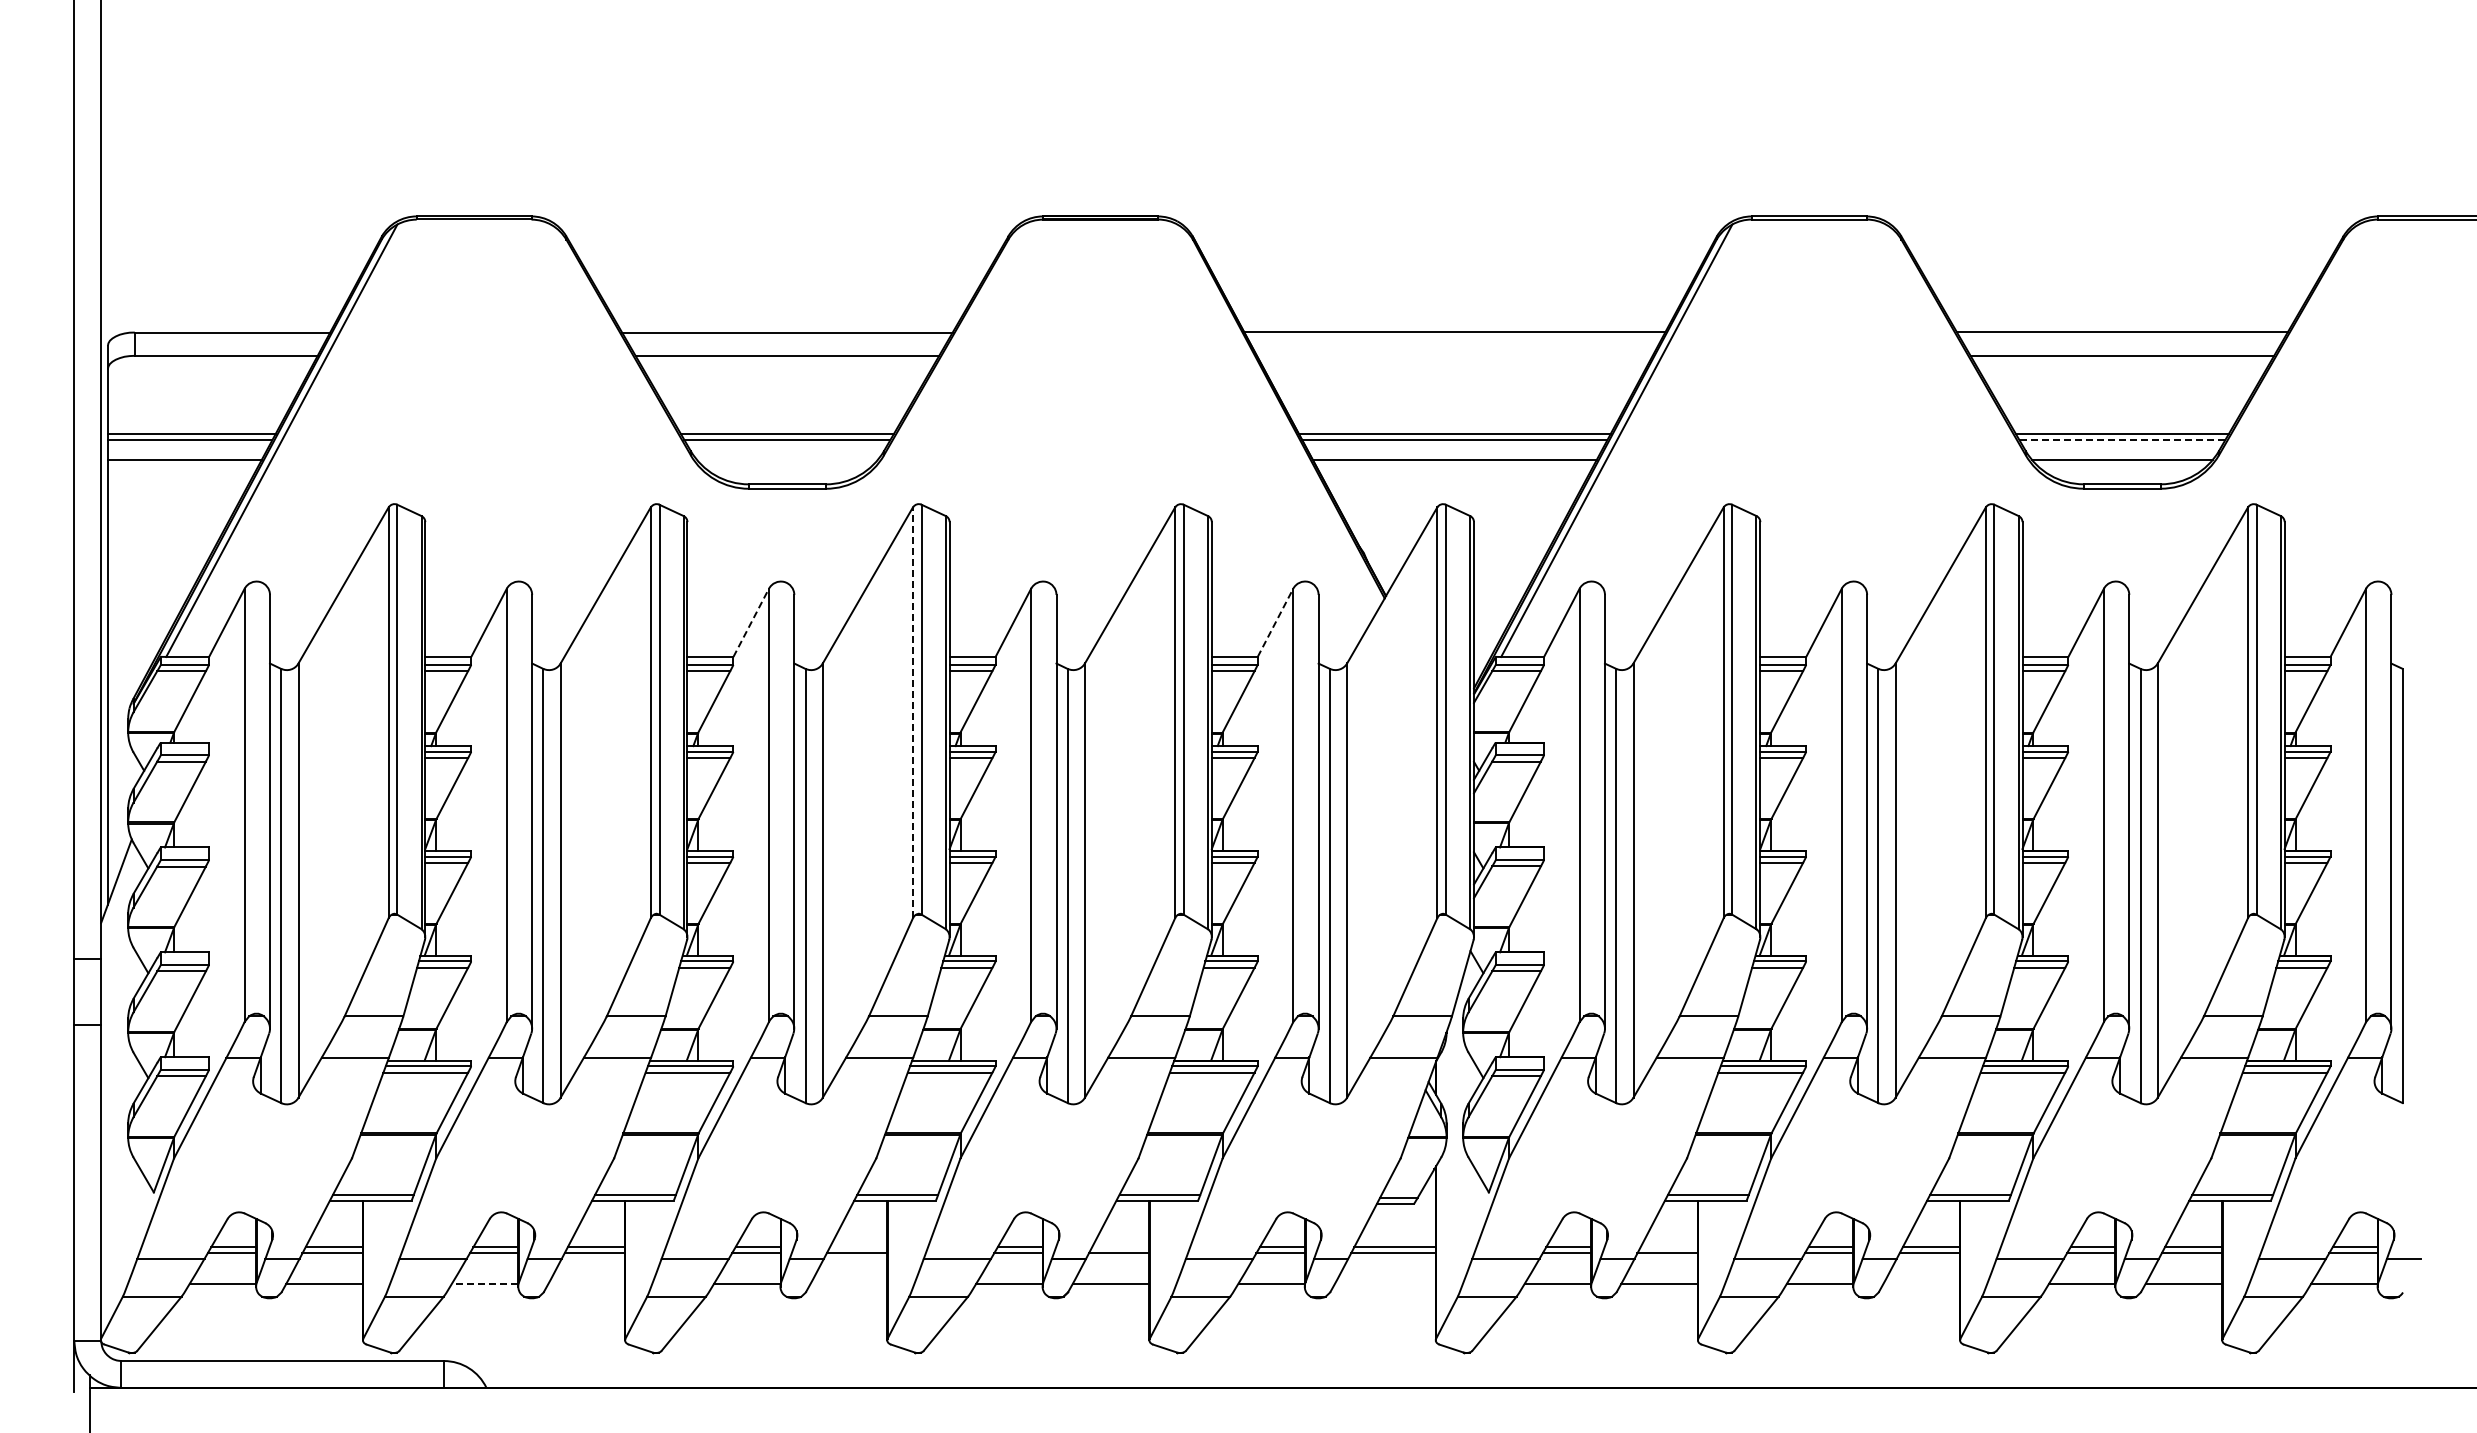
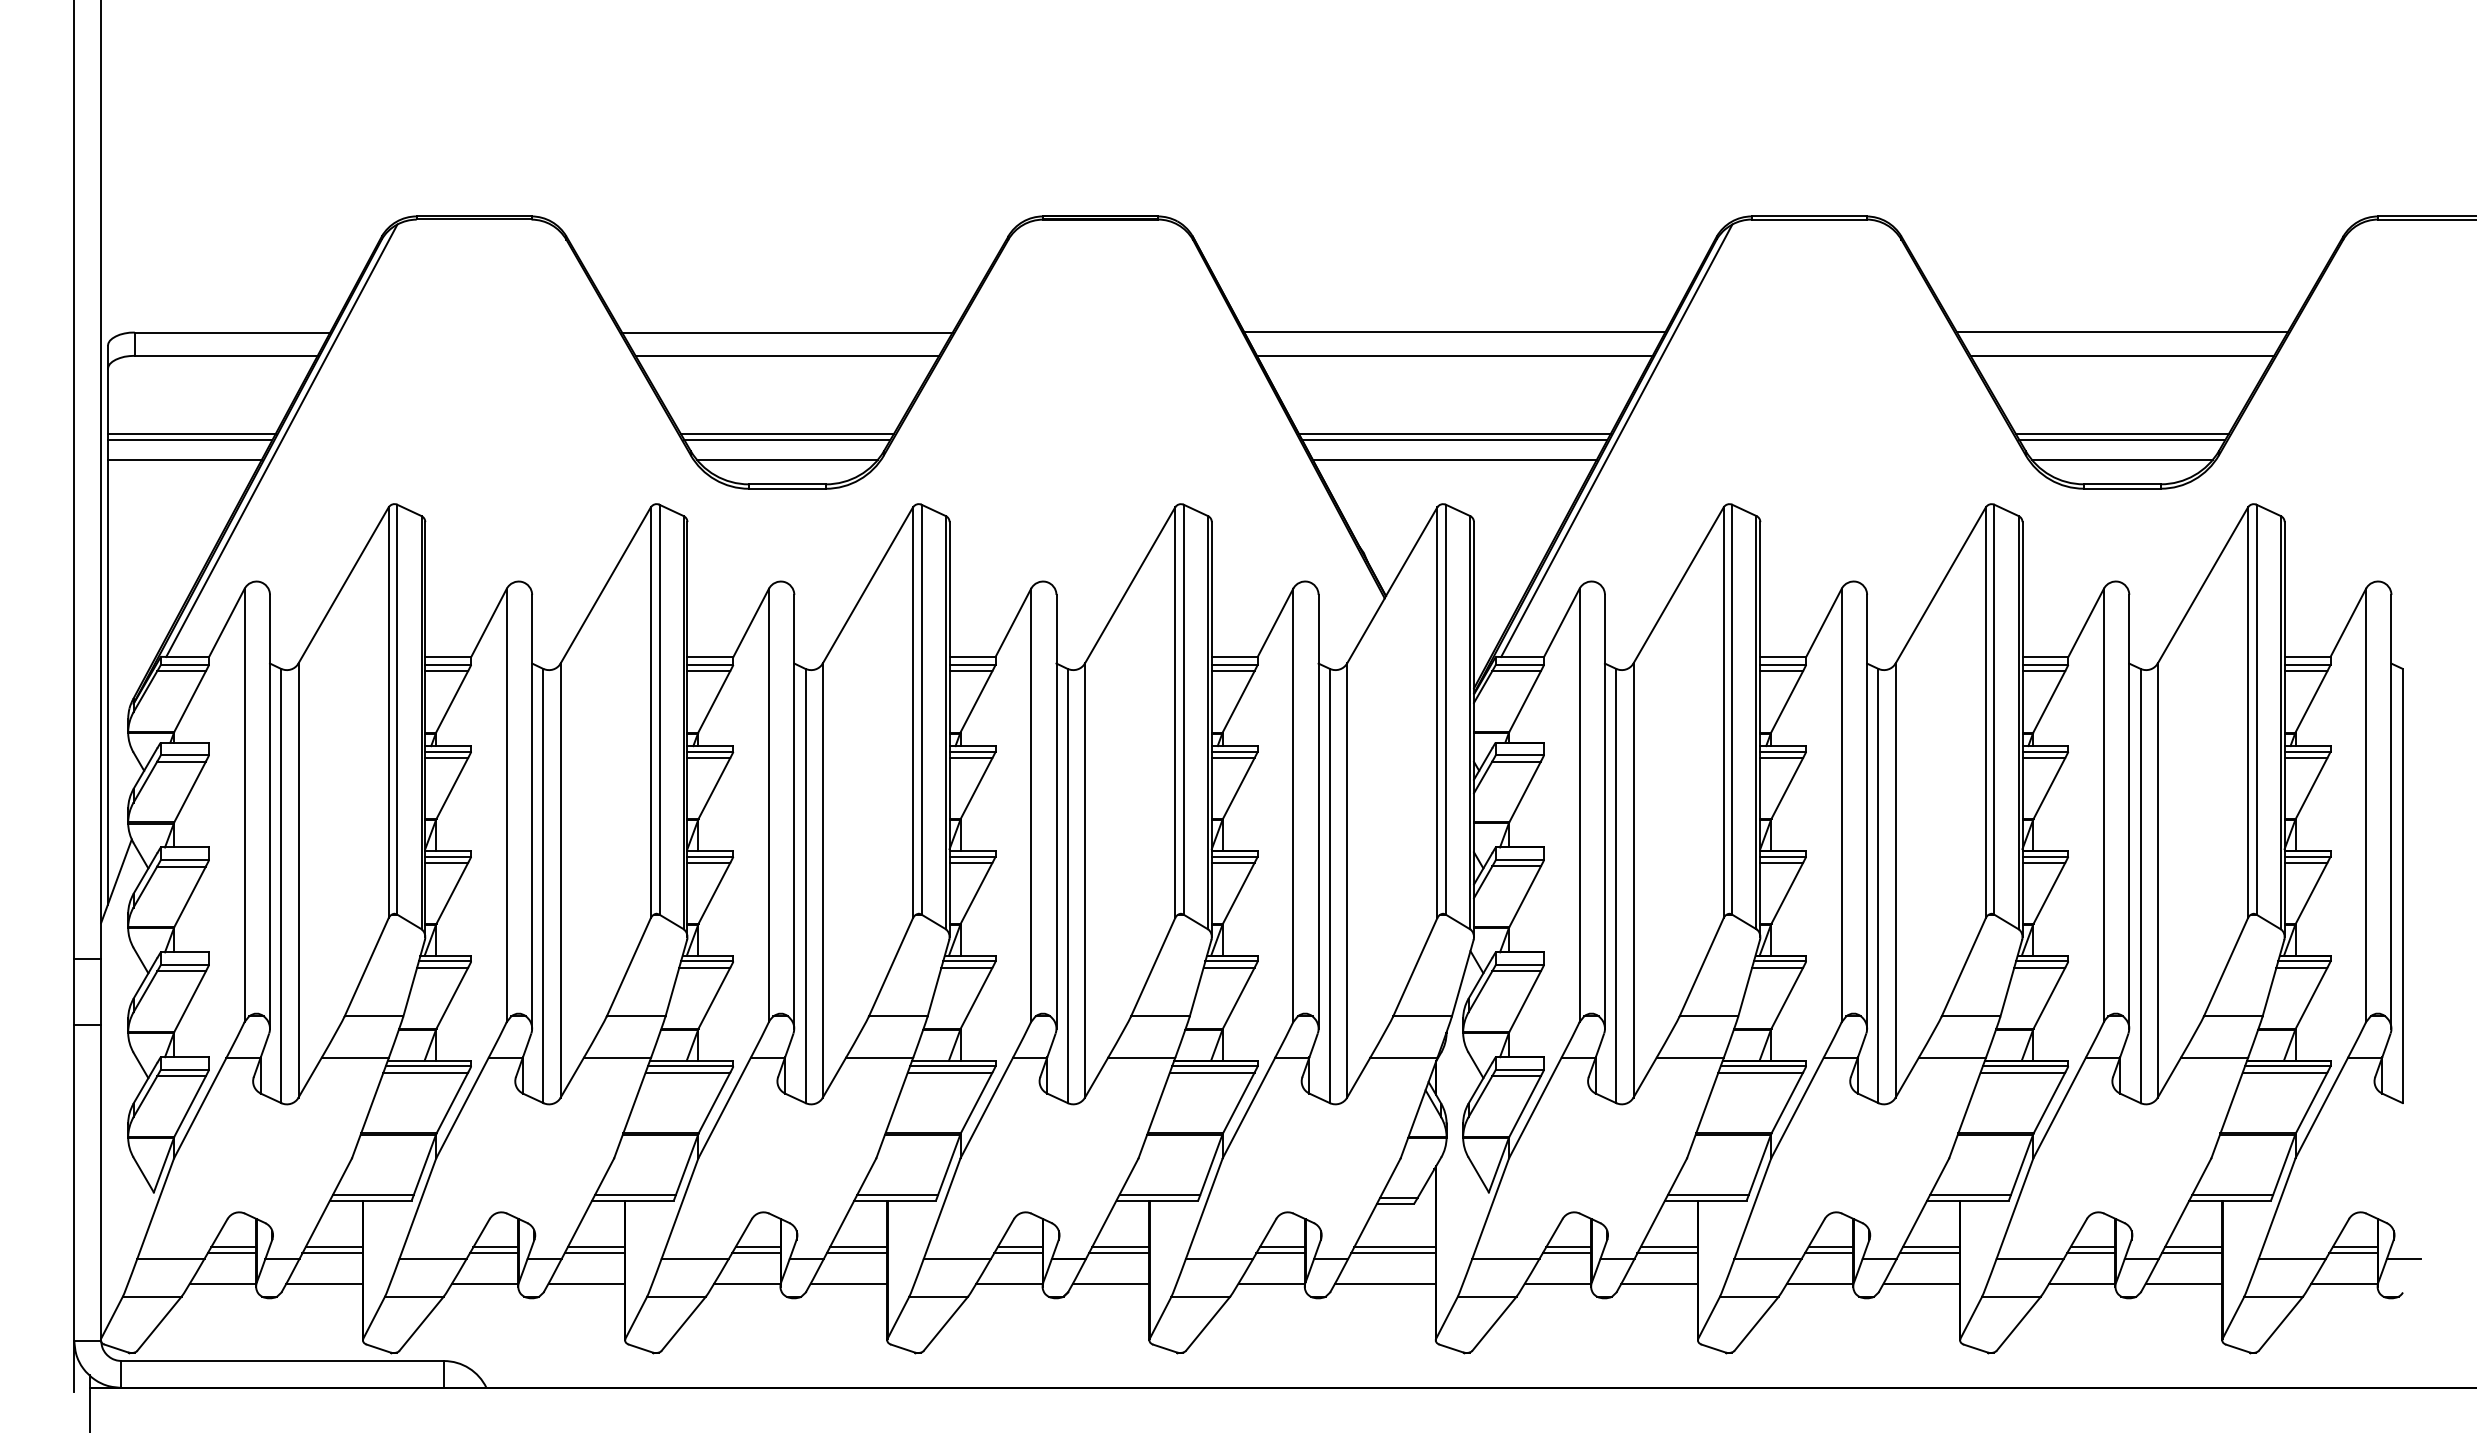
line at (1454, 355): none -> present
line at (2122, 440): dashed -> solid
line at (787, 460): none -> present
line at (751, 622): dashed -> solid
line at (1275, 622): dashed -> solid
line at (912, 712): dashed -> solid
line at (858, 1247): none -> present
line at (1120, 1247): none -> present
line at (1668, 1247): none -> present
line at (484, 1283): dashed -> solid
line at (586, 1283): none -> present
line at (848, 1283): none -> present
line at (1385, 1283): none -> present
line at (1921, 1283): none -> present
